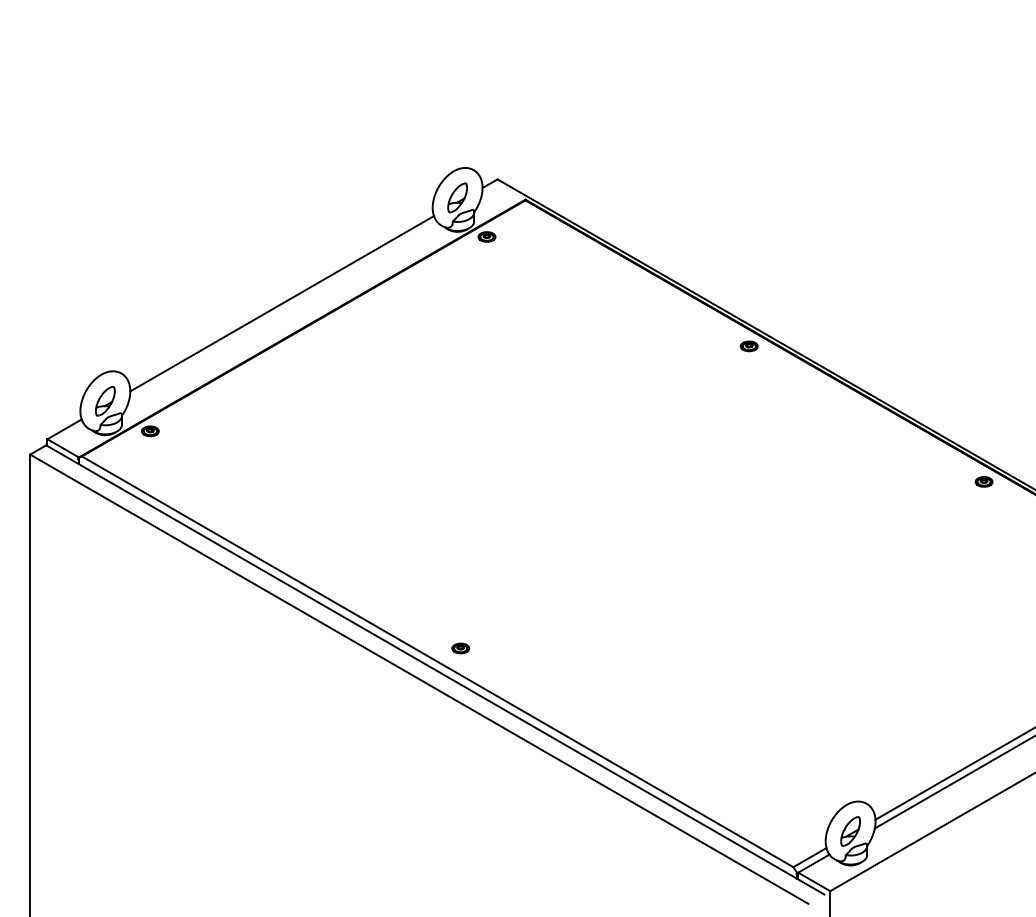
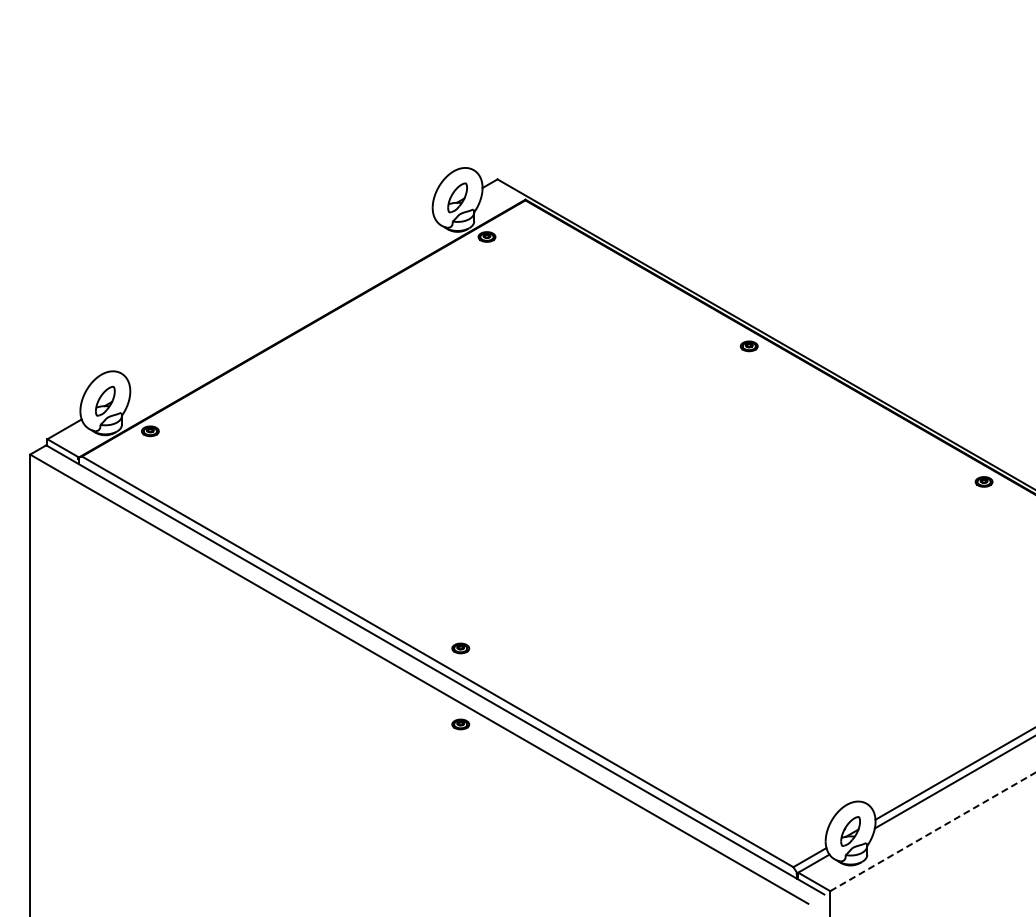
line at (281, 303): present -> none
part at (460, 724): none -> present
line at (933, 831): solid -> dashed
